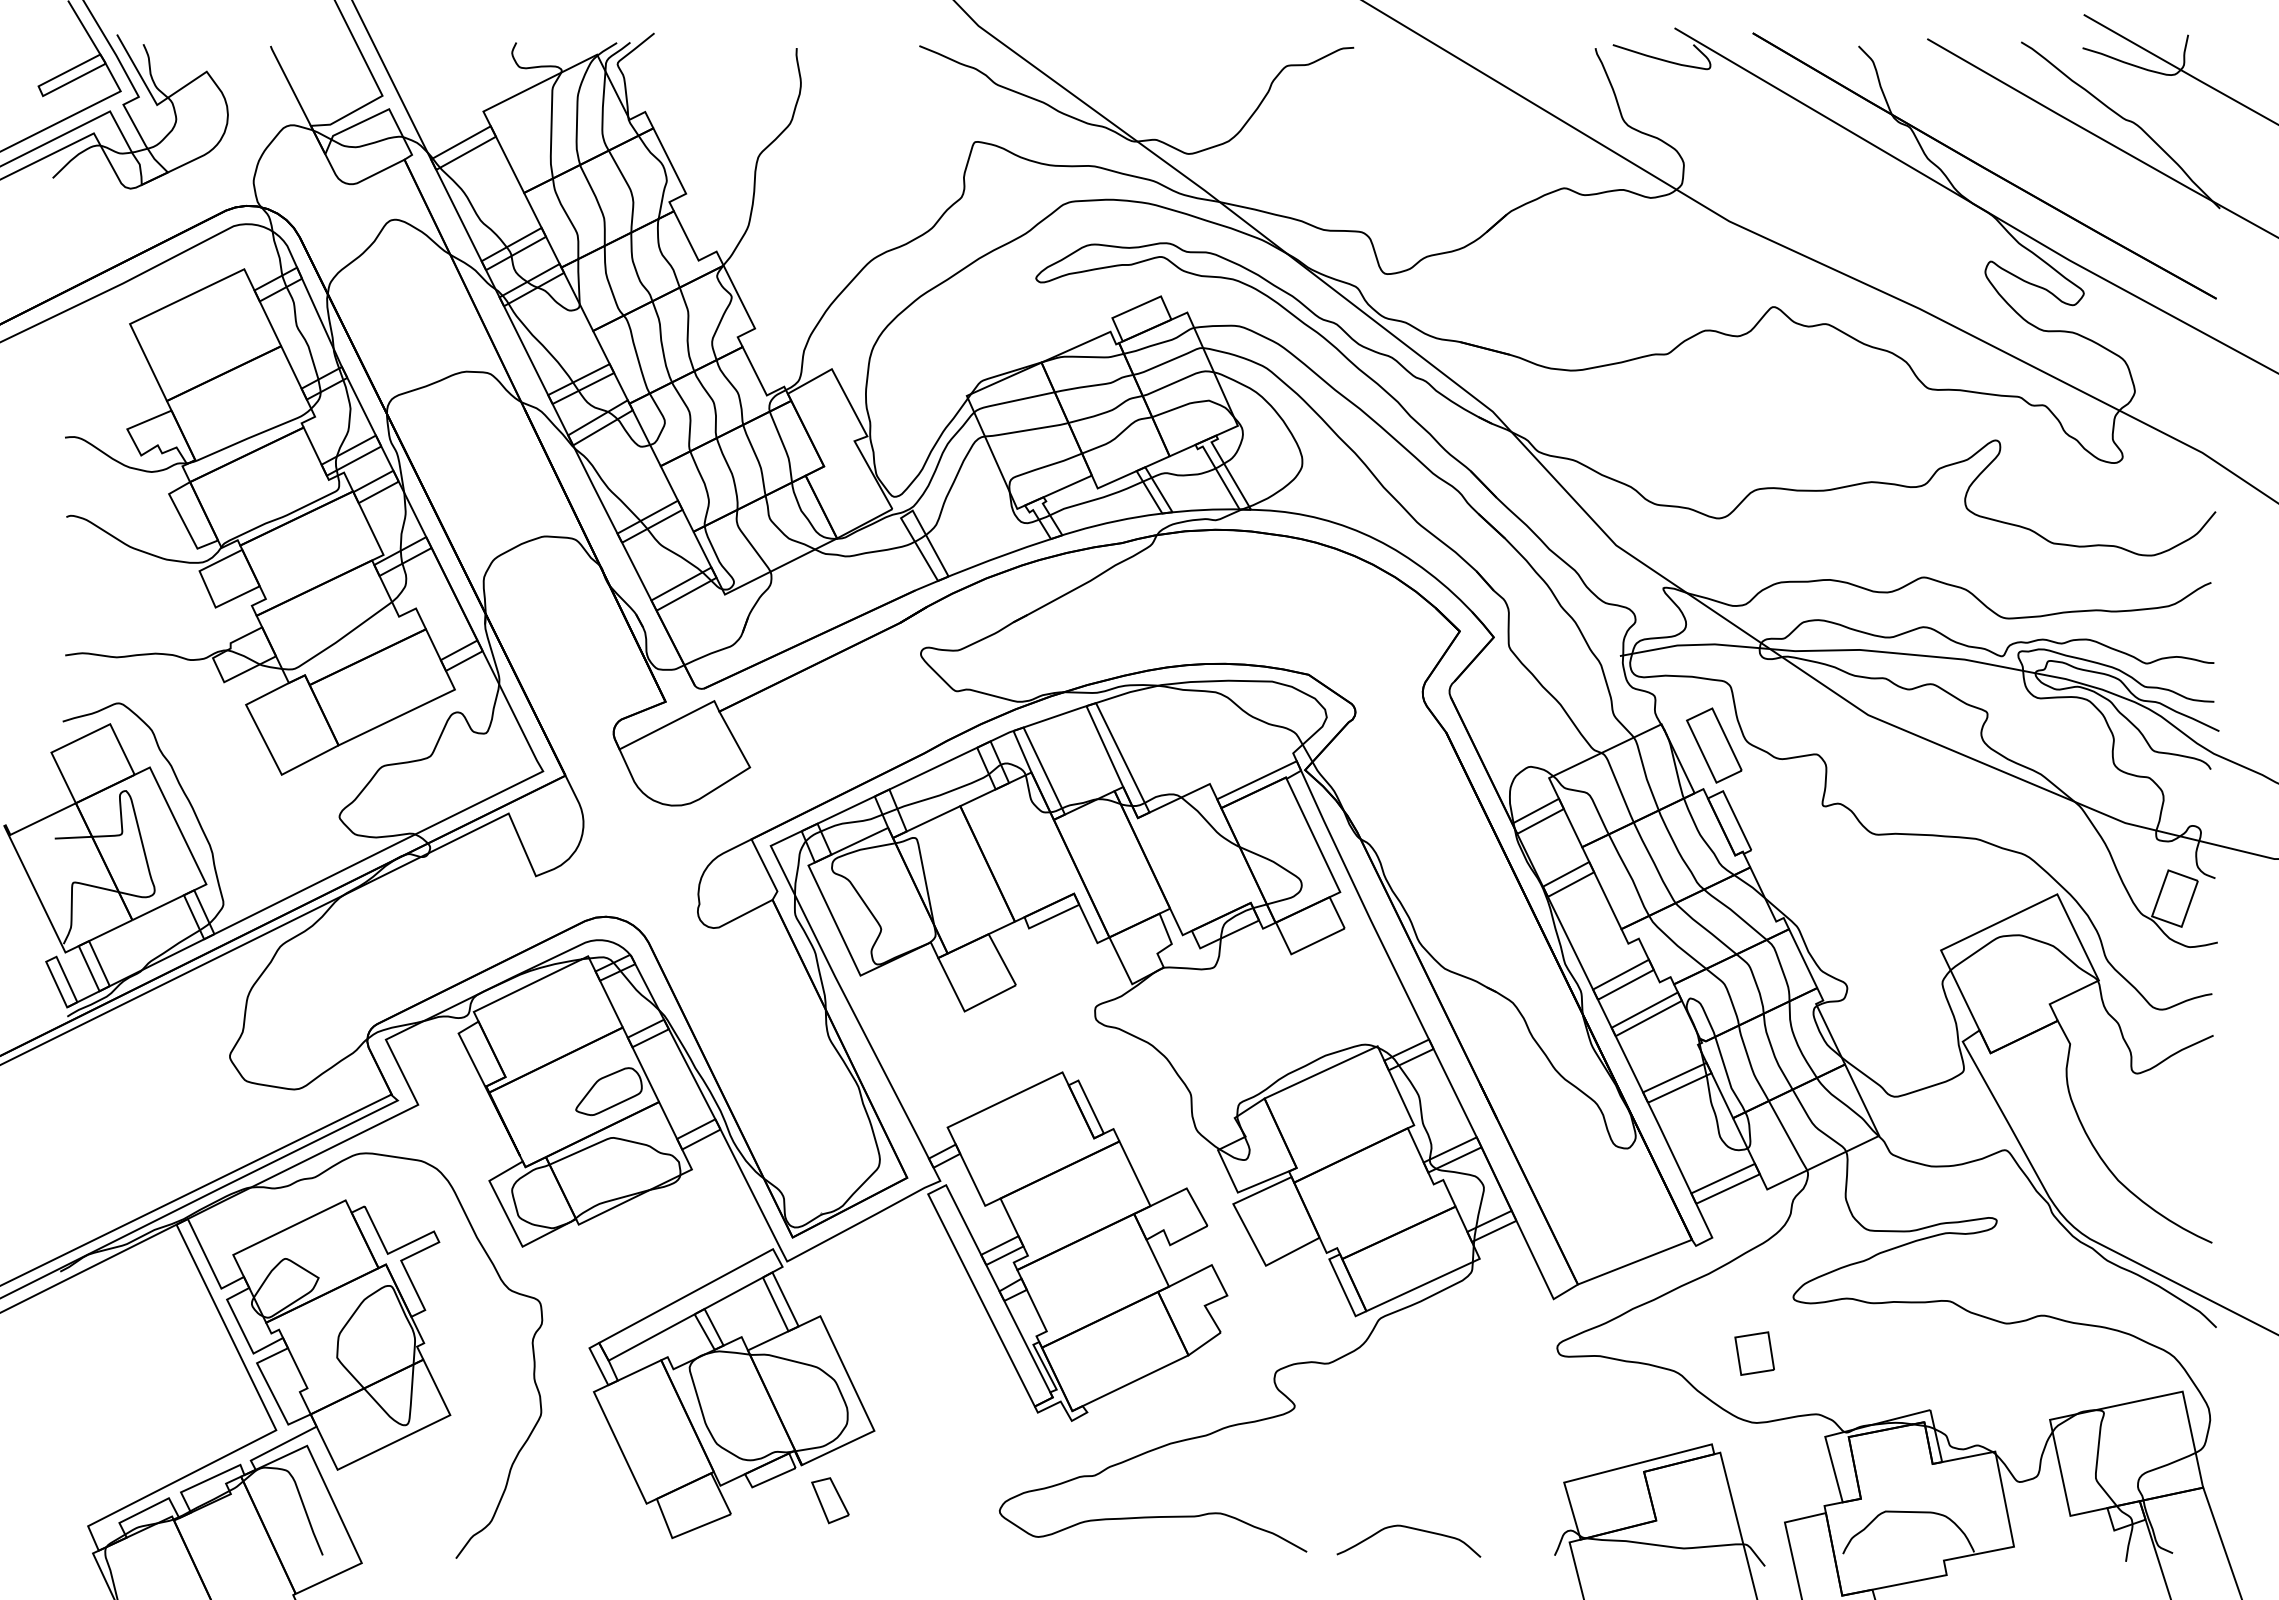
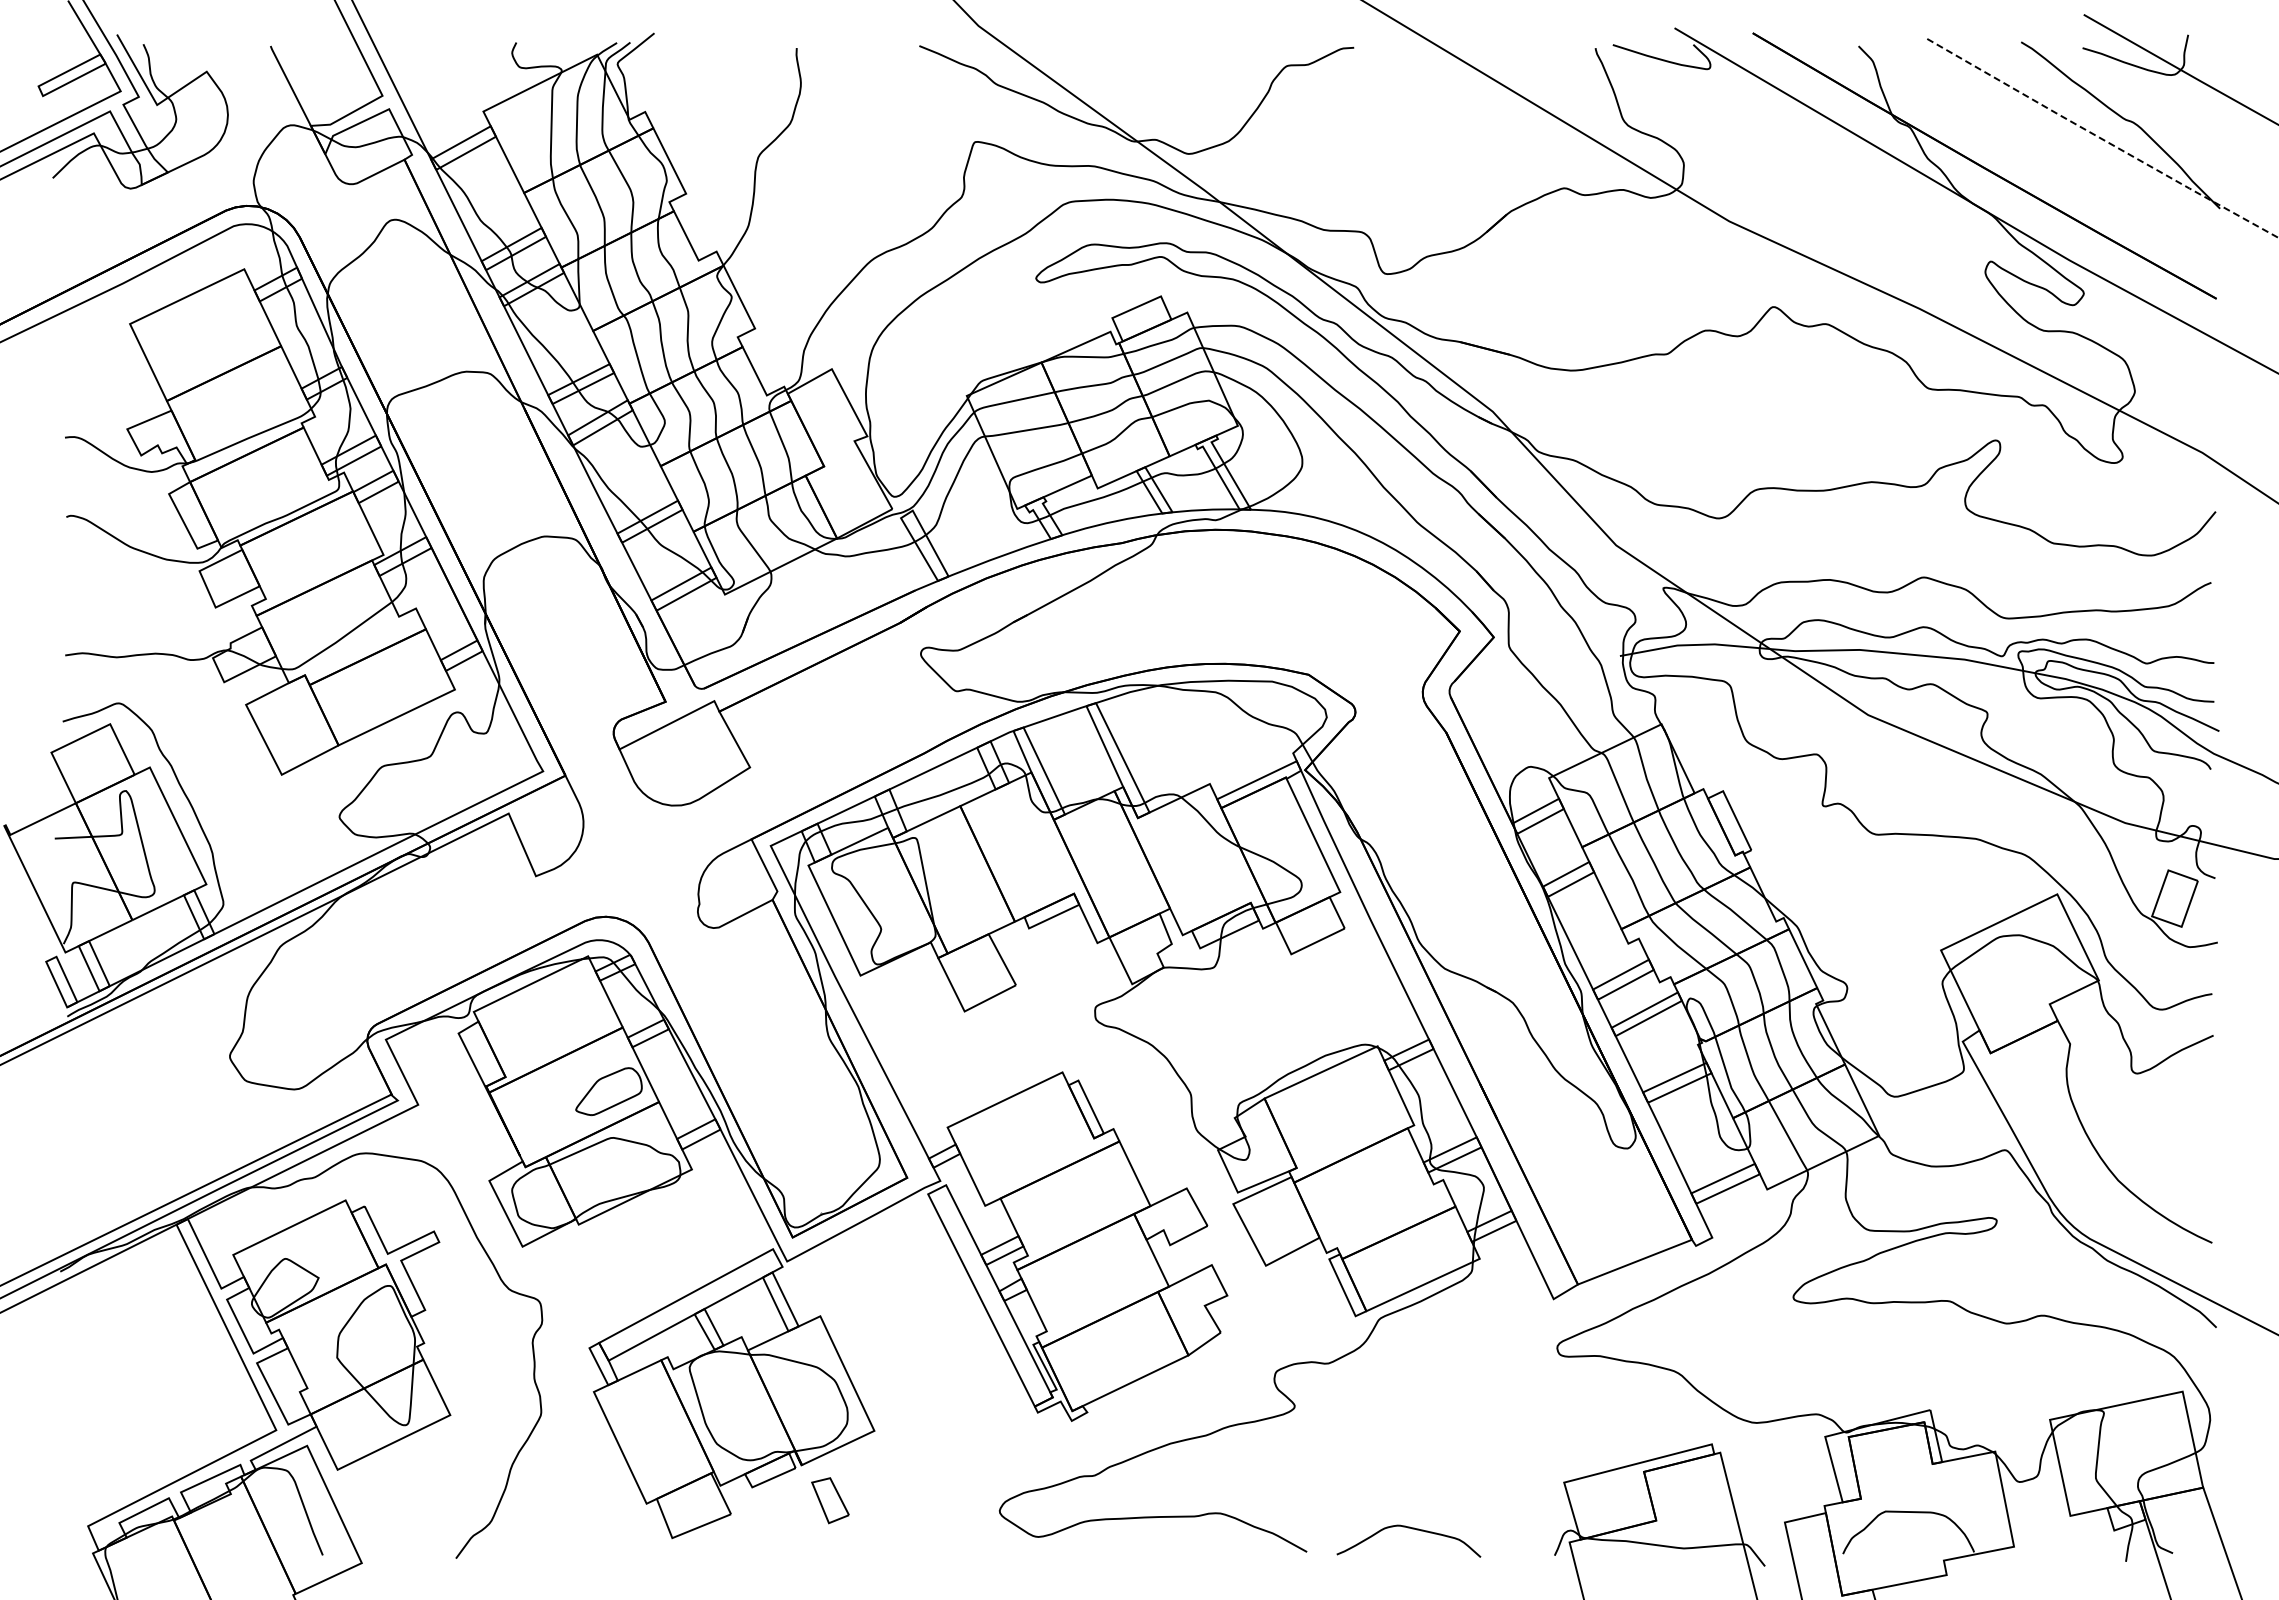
line at (2103, 139): solid -> dashed
part at (1714, 745): present -> none
part at (1754, 1353): present -> none
